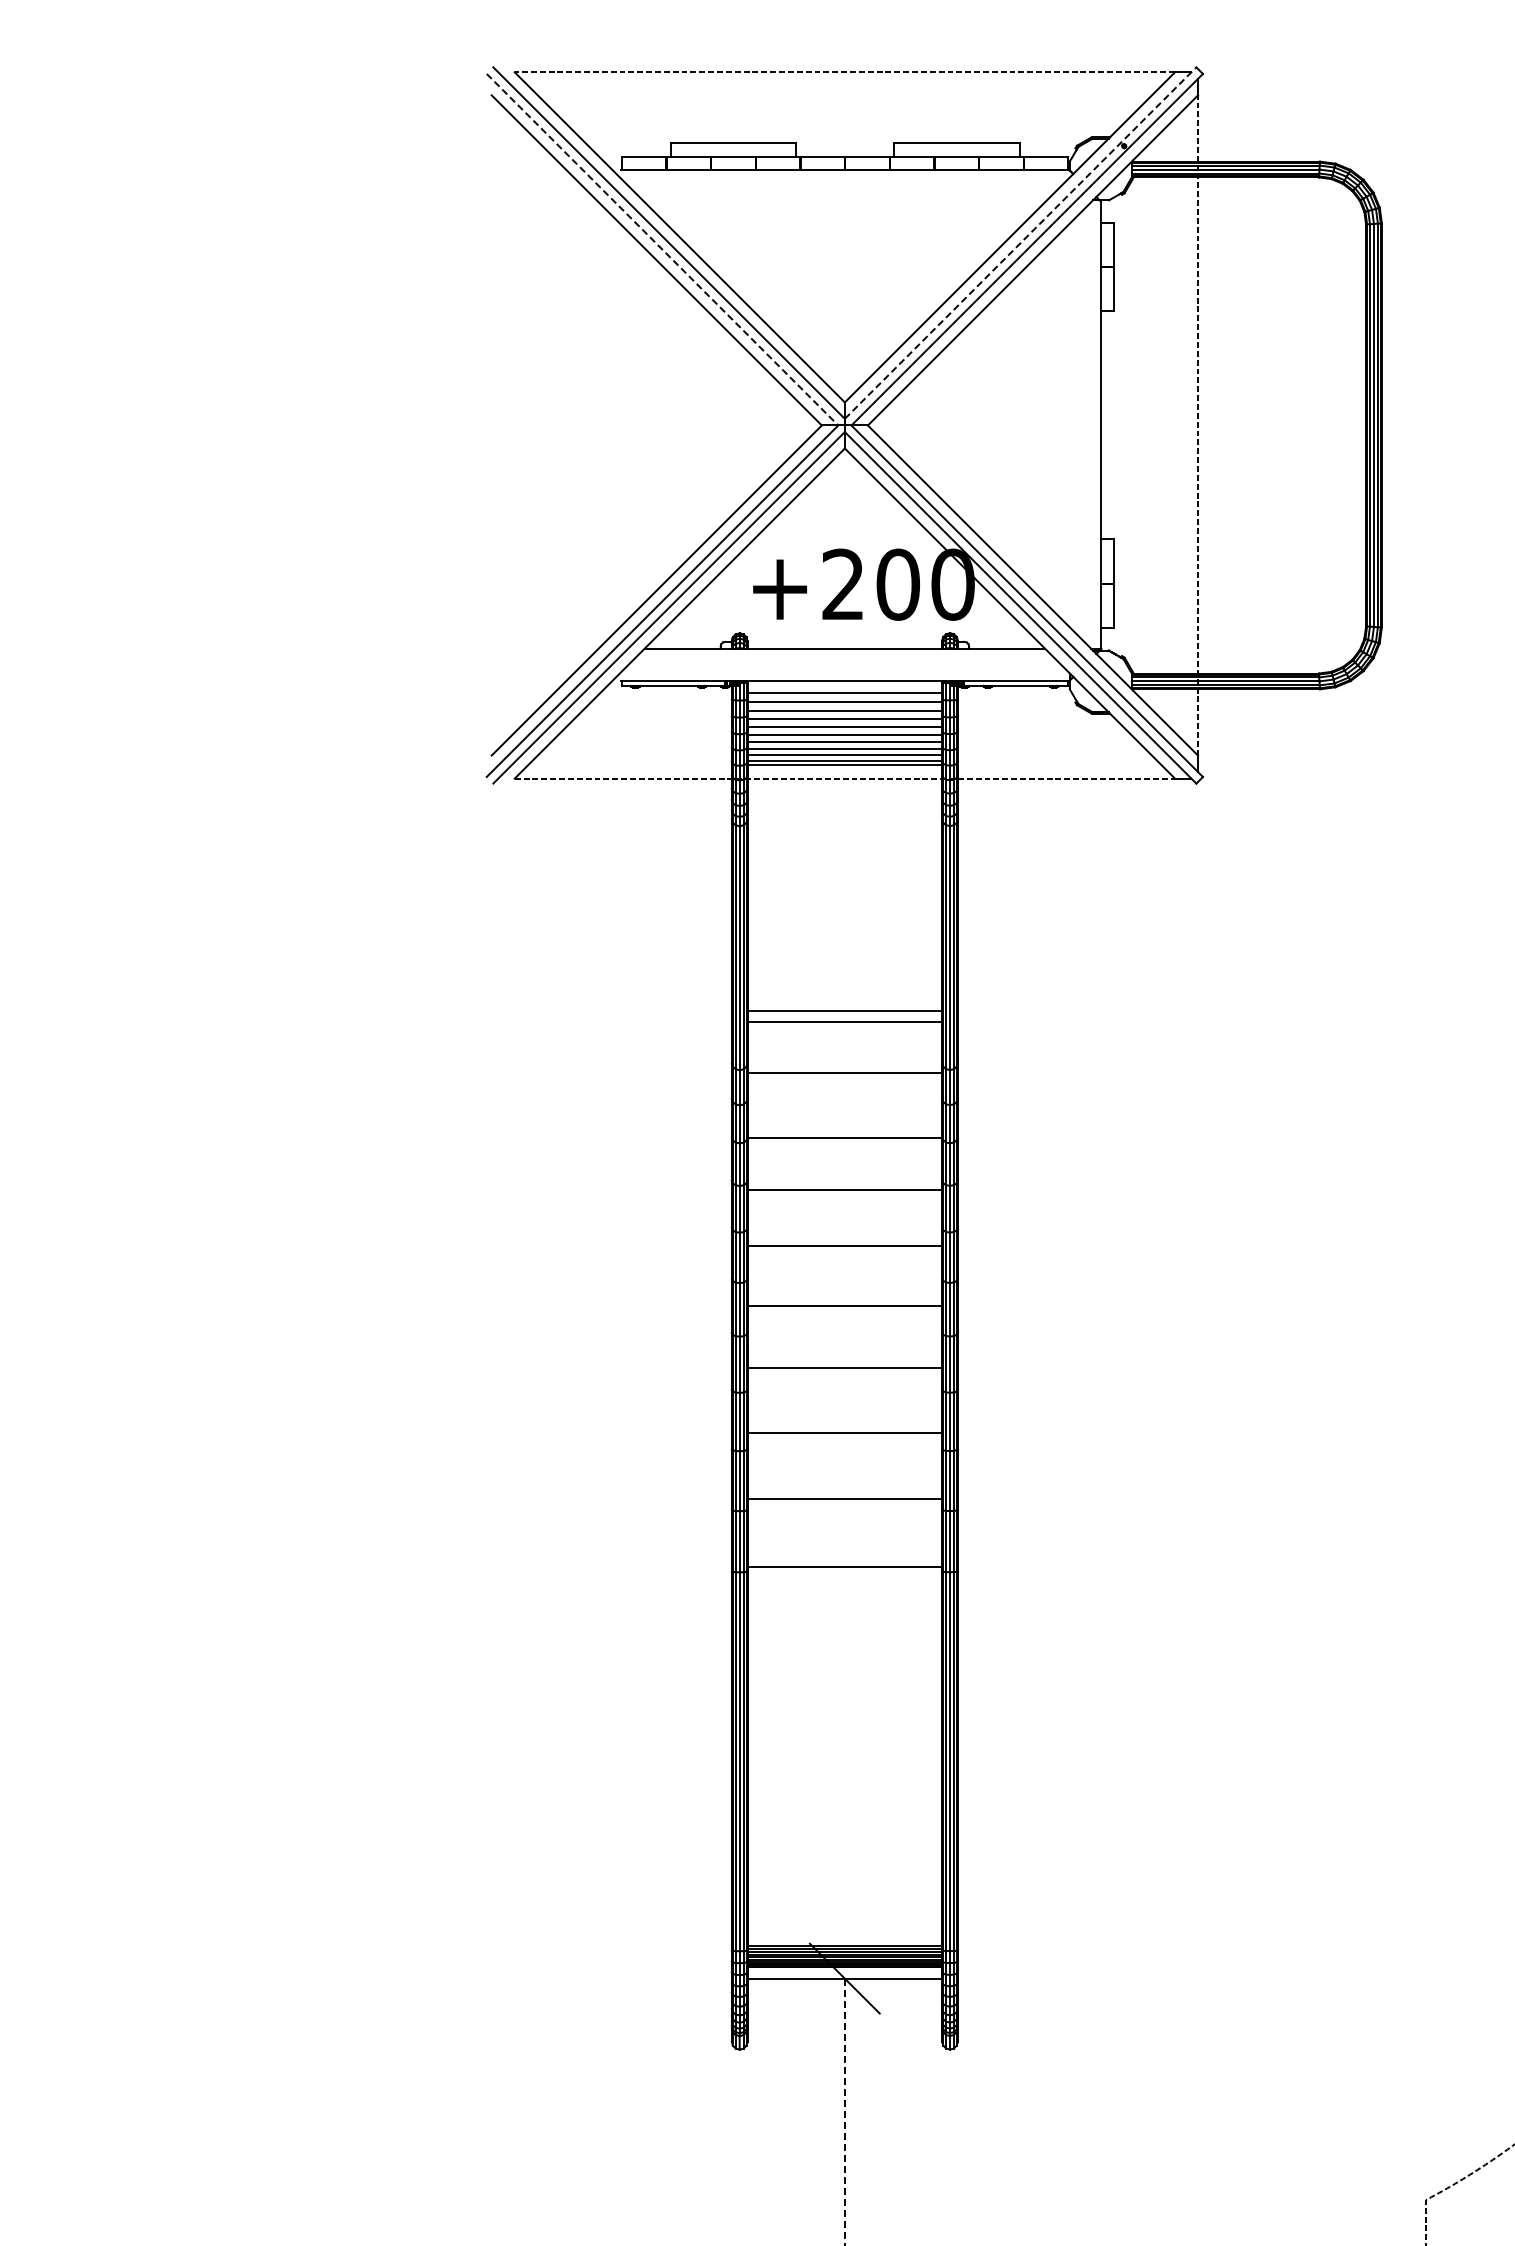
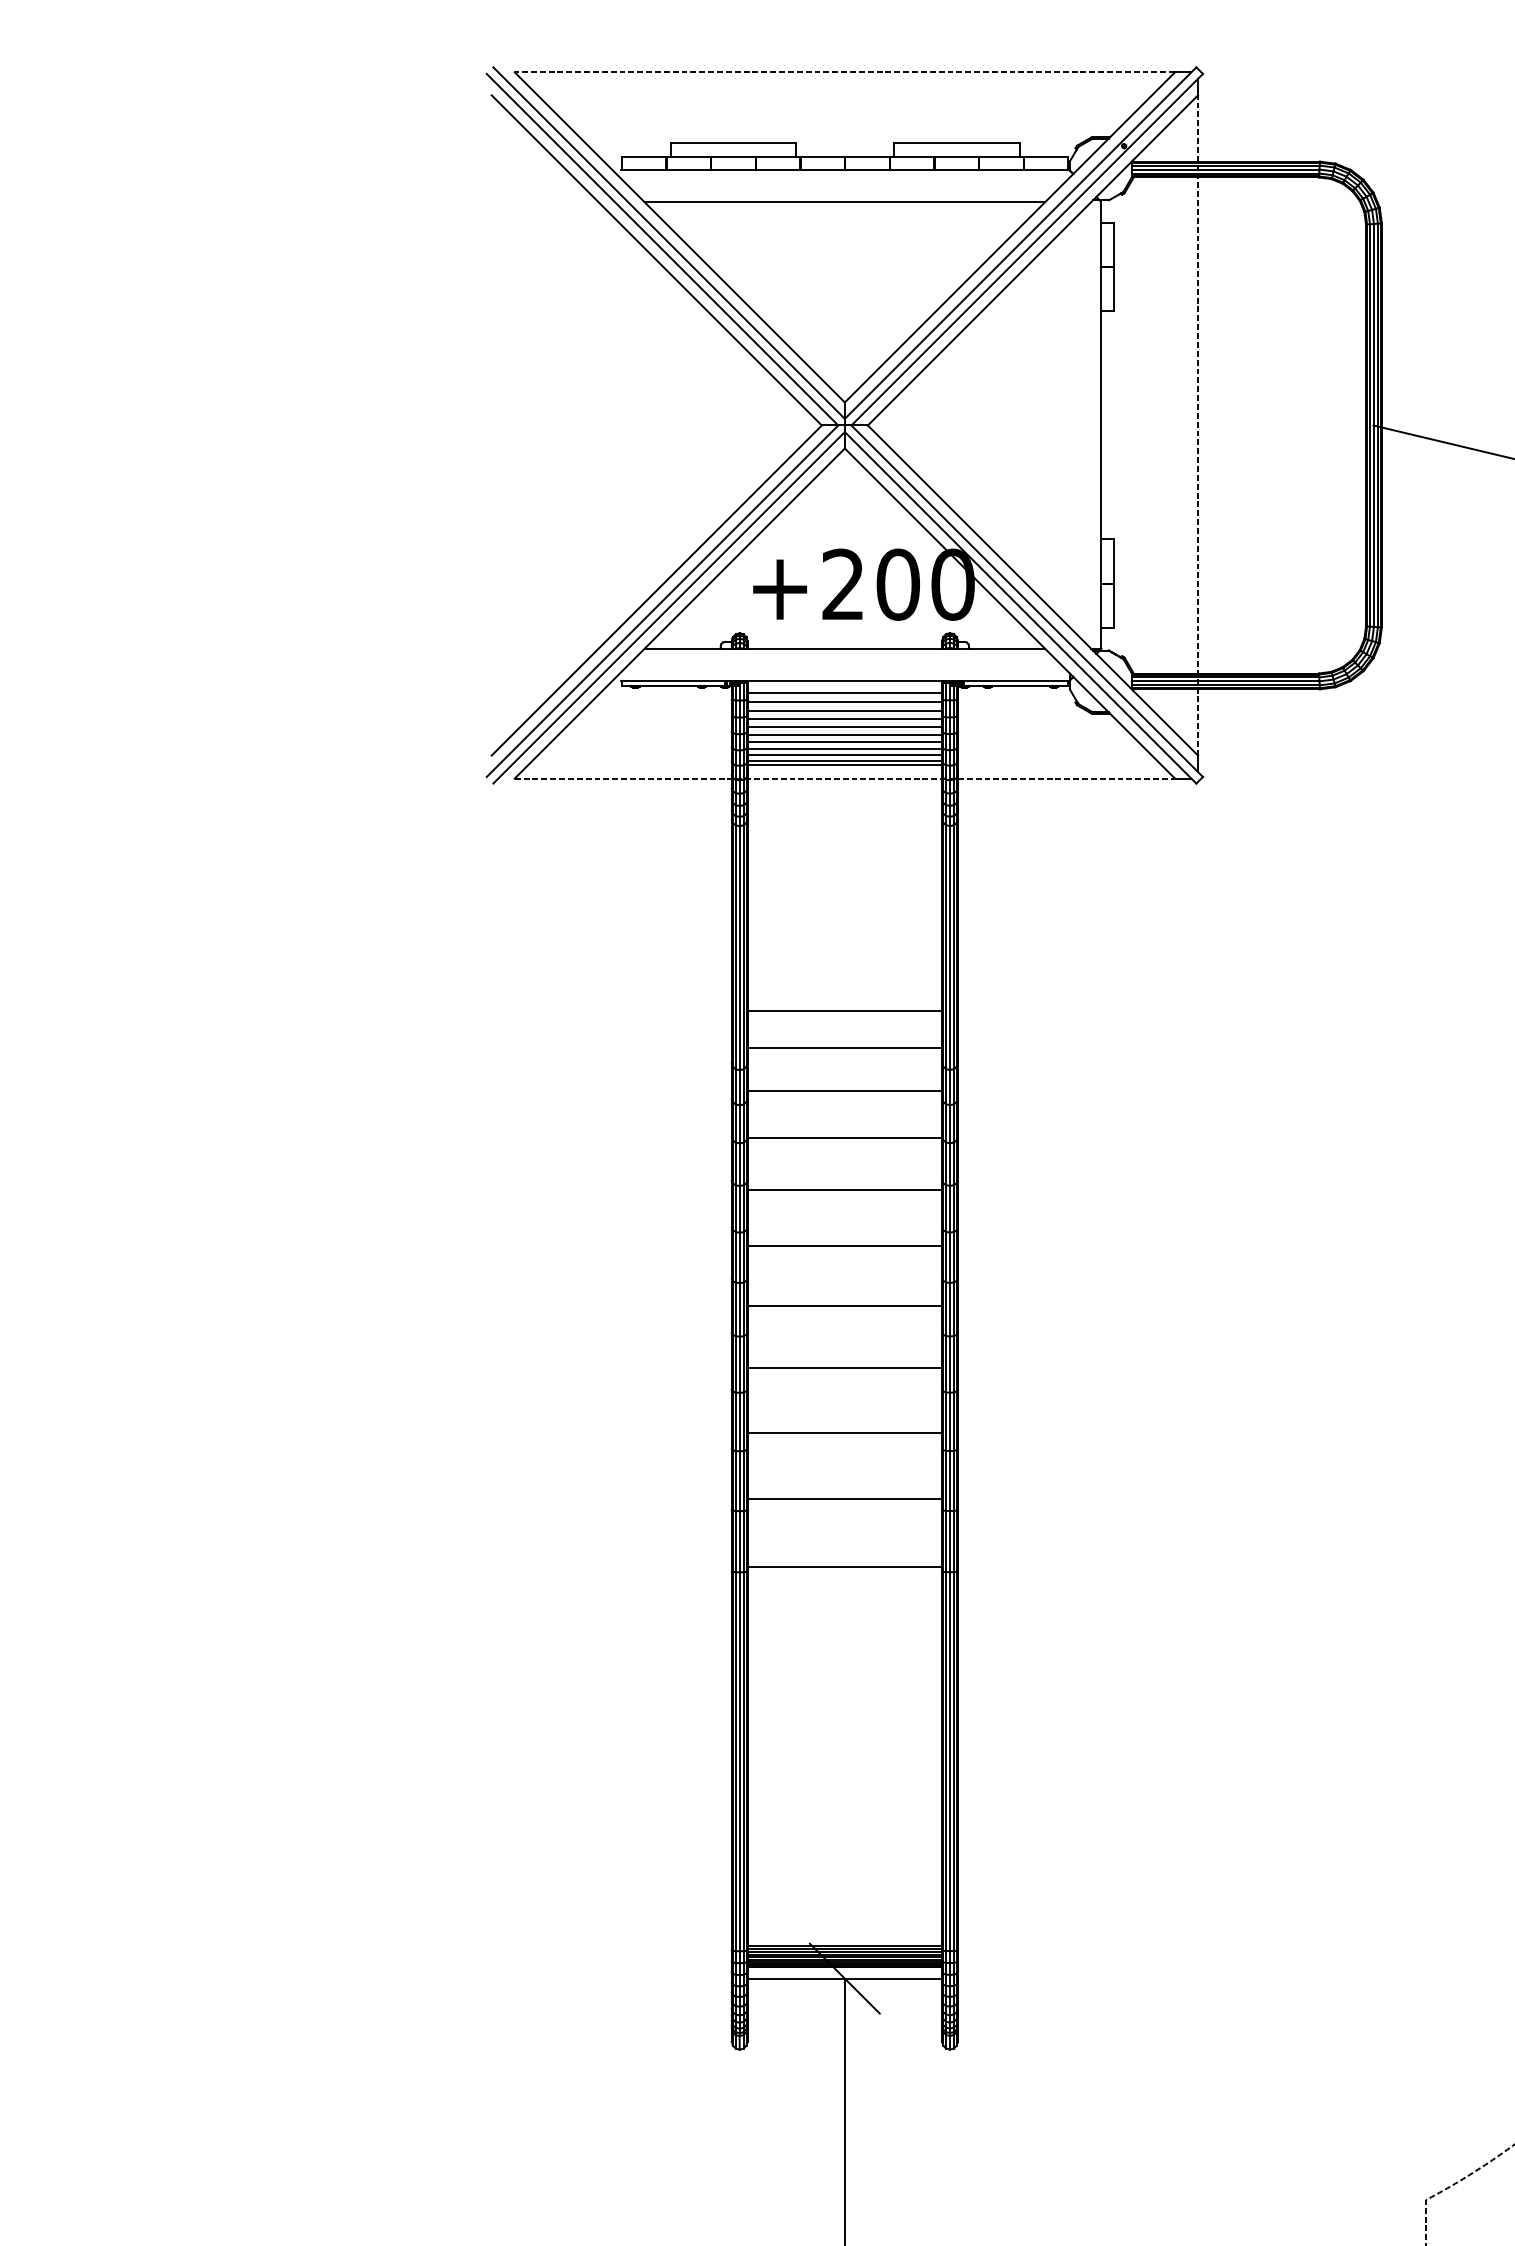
line at (844, 202): none -> present
line at (1020, 243): dashed -> solid
line at (662, 249): dashed -> solid
line at (1442, 441): none -> present
line at (844, 1022) position: (844, 1022) -> (844, 1048)
line at (844, 1072) position: (844, 1072) -> (844, 1090)
line at (844, 2112): dashed -> solid
